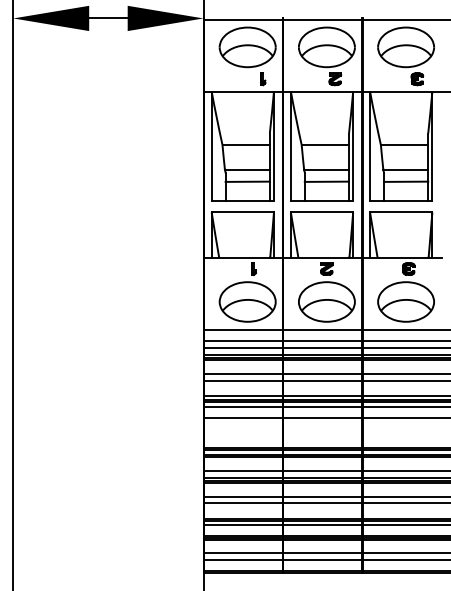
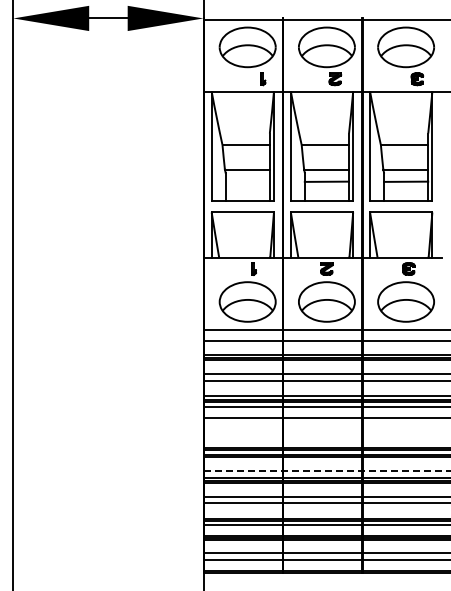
line at (247, 181): present -> none
line at (325, 348): present -> none
line at (327, 471): solid -> dashed
